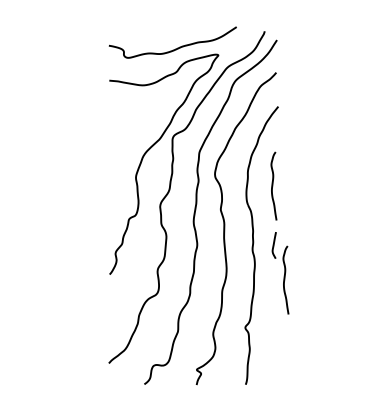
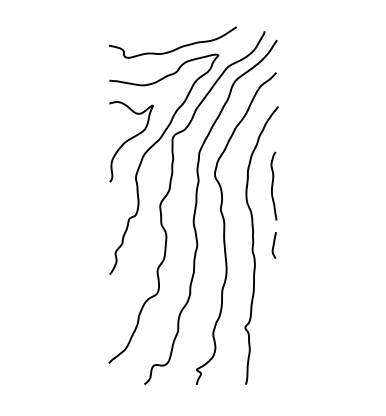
curve at (131, 139): none -> present
curve at (285, 279): present -> none
